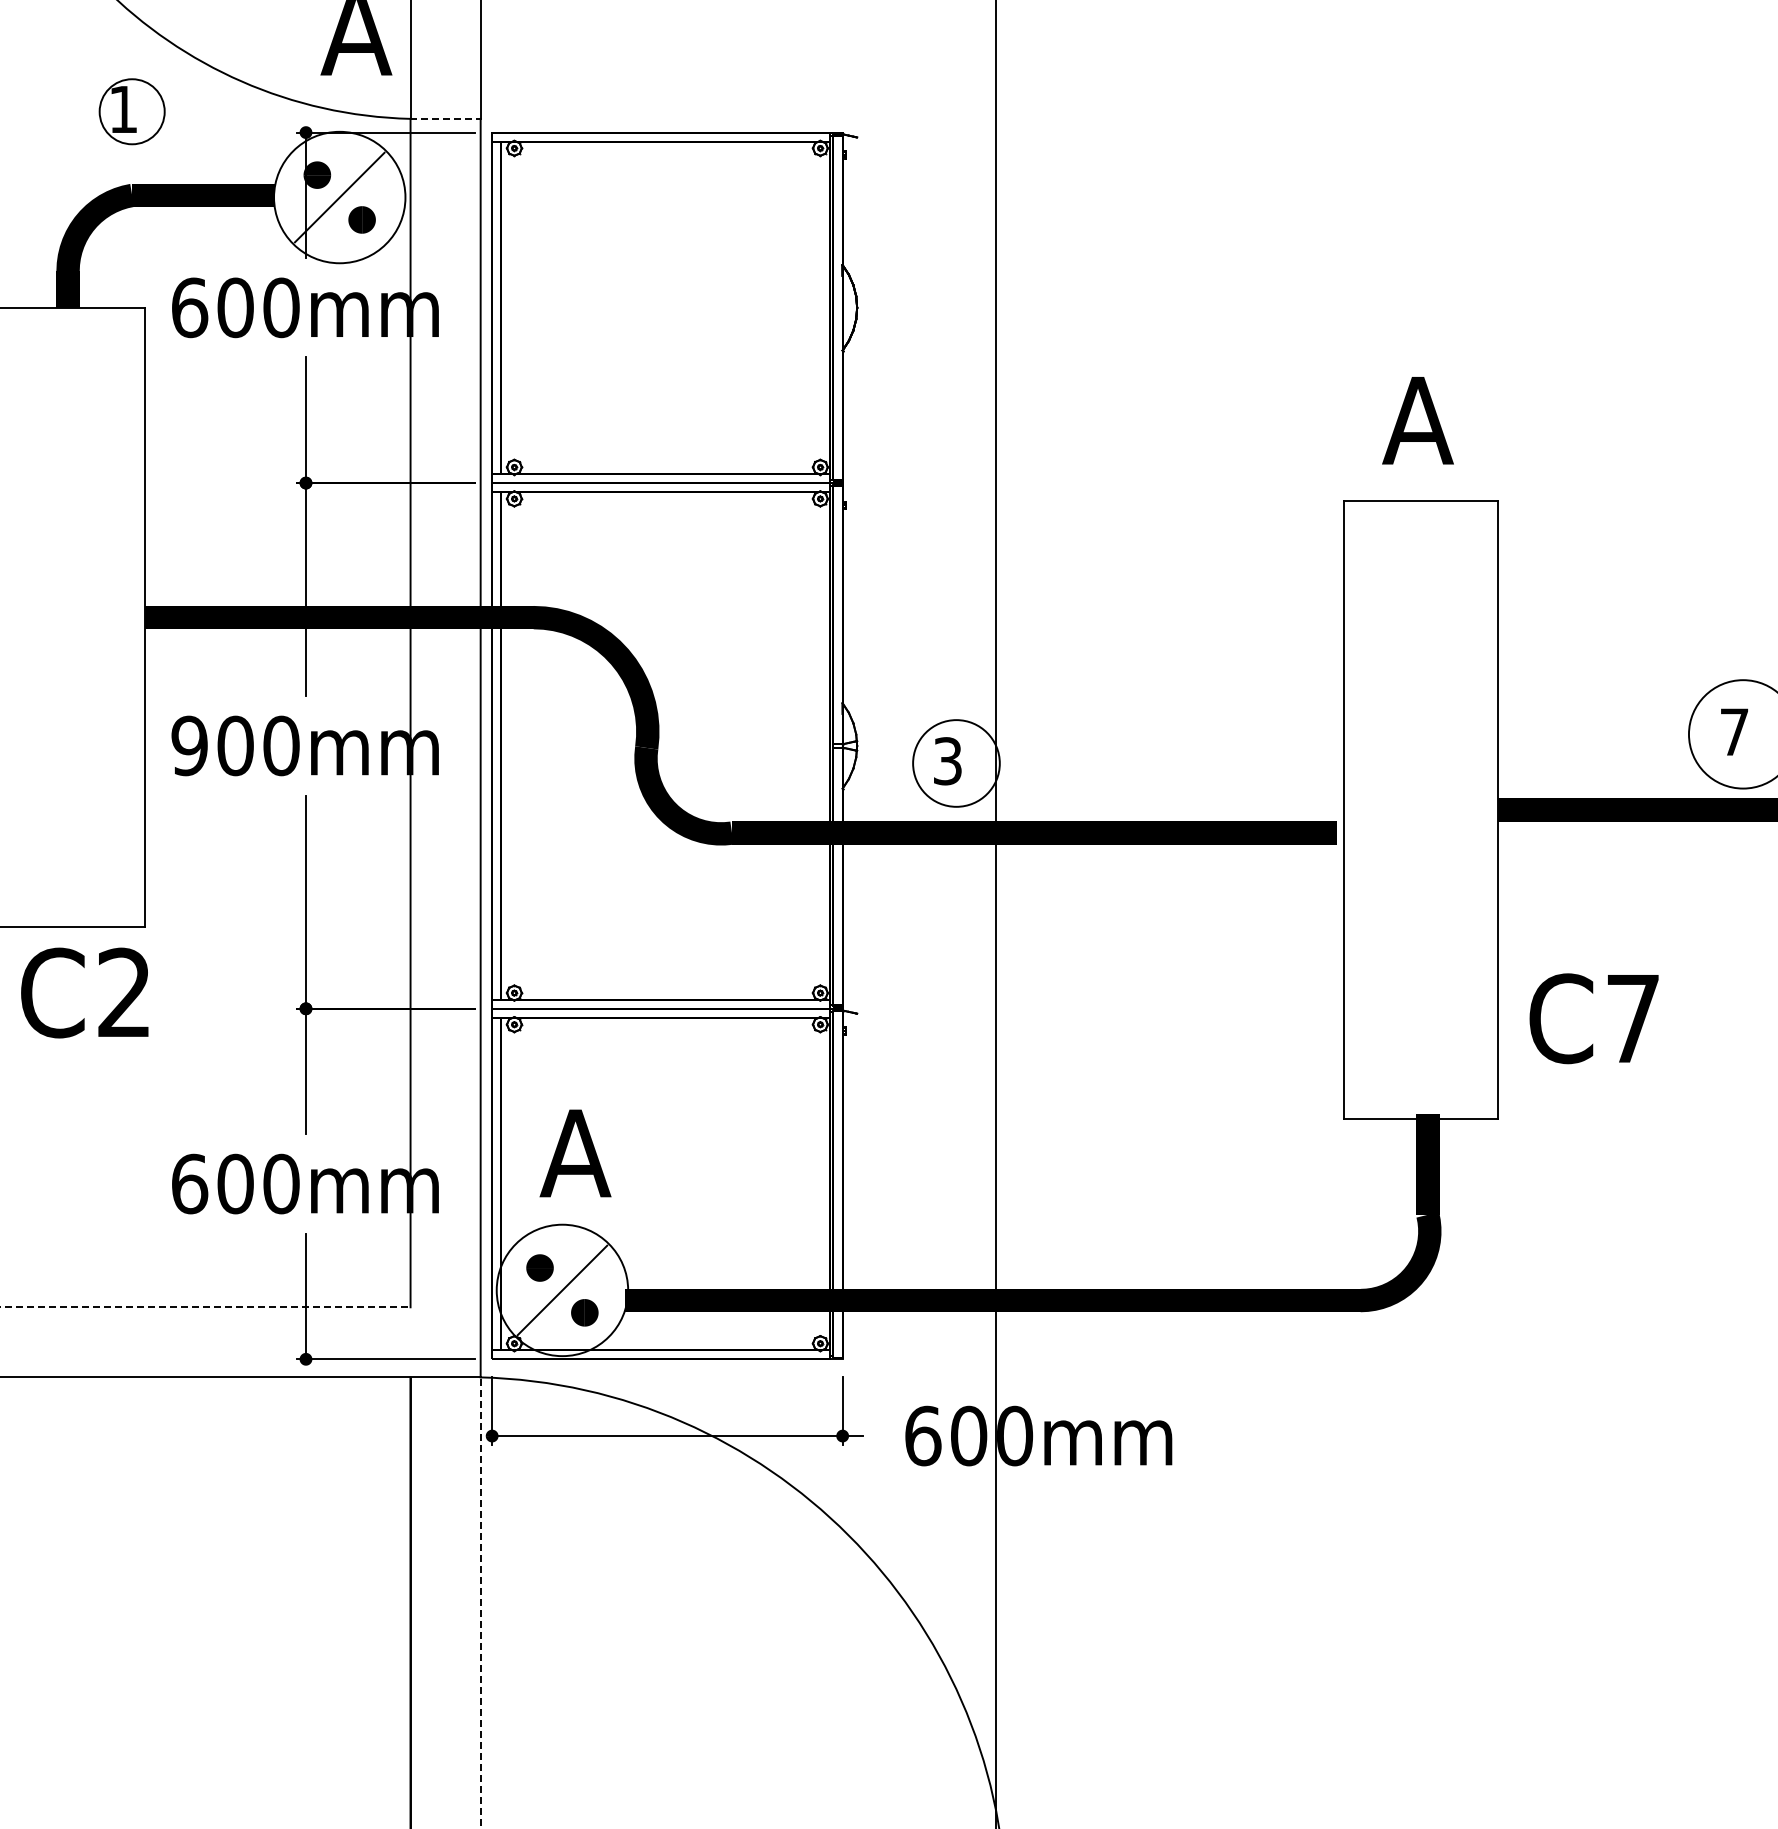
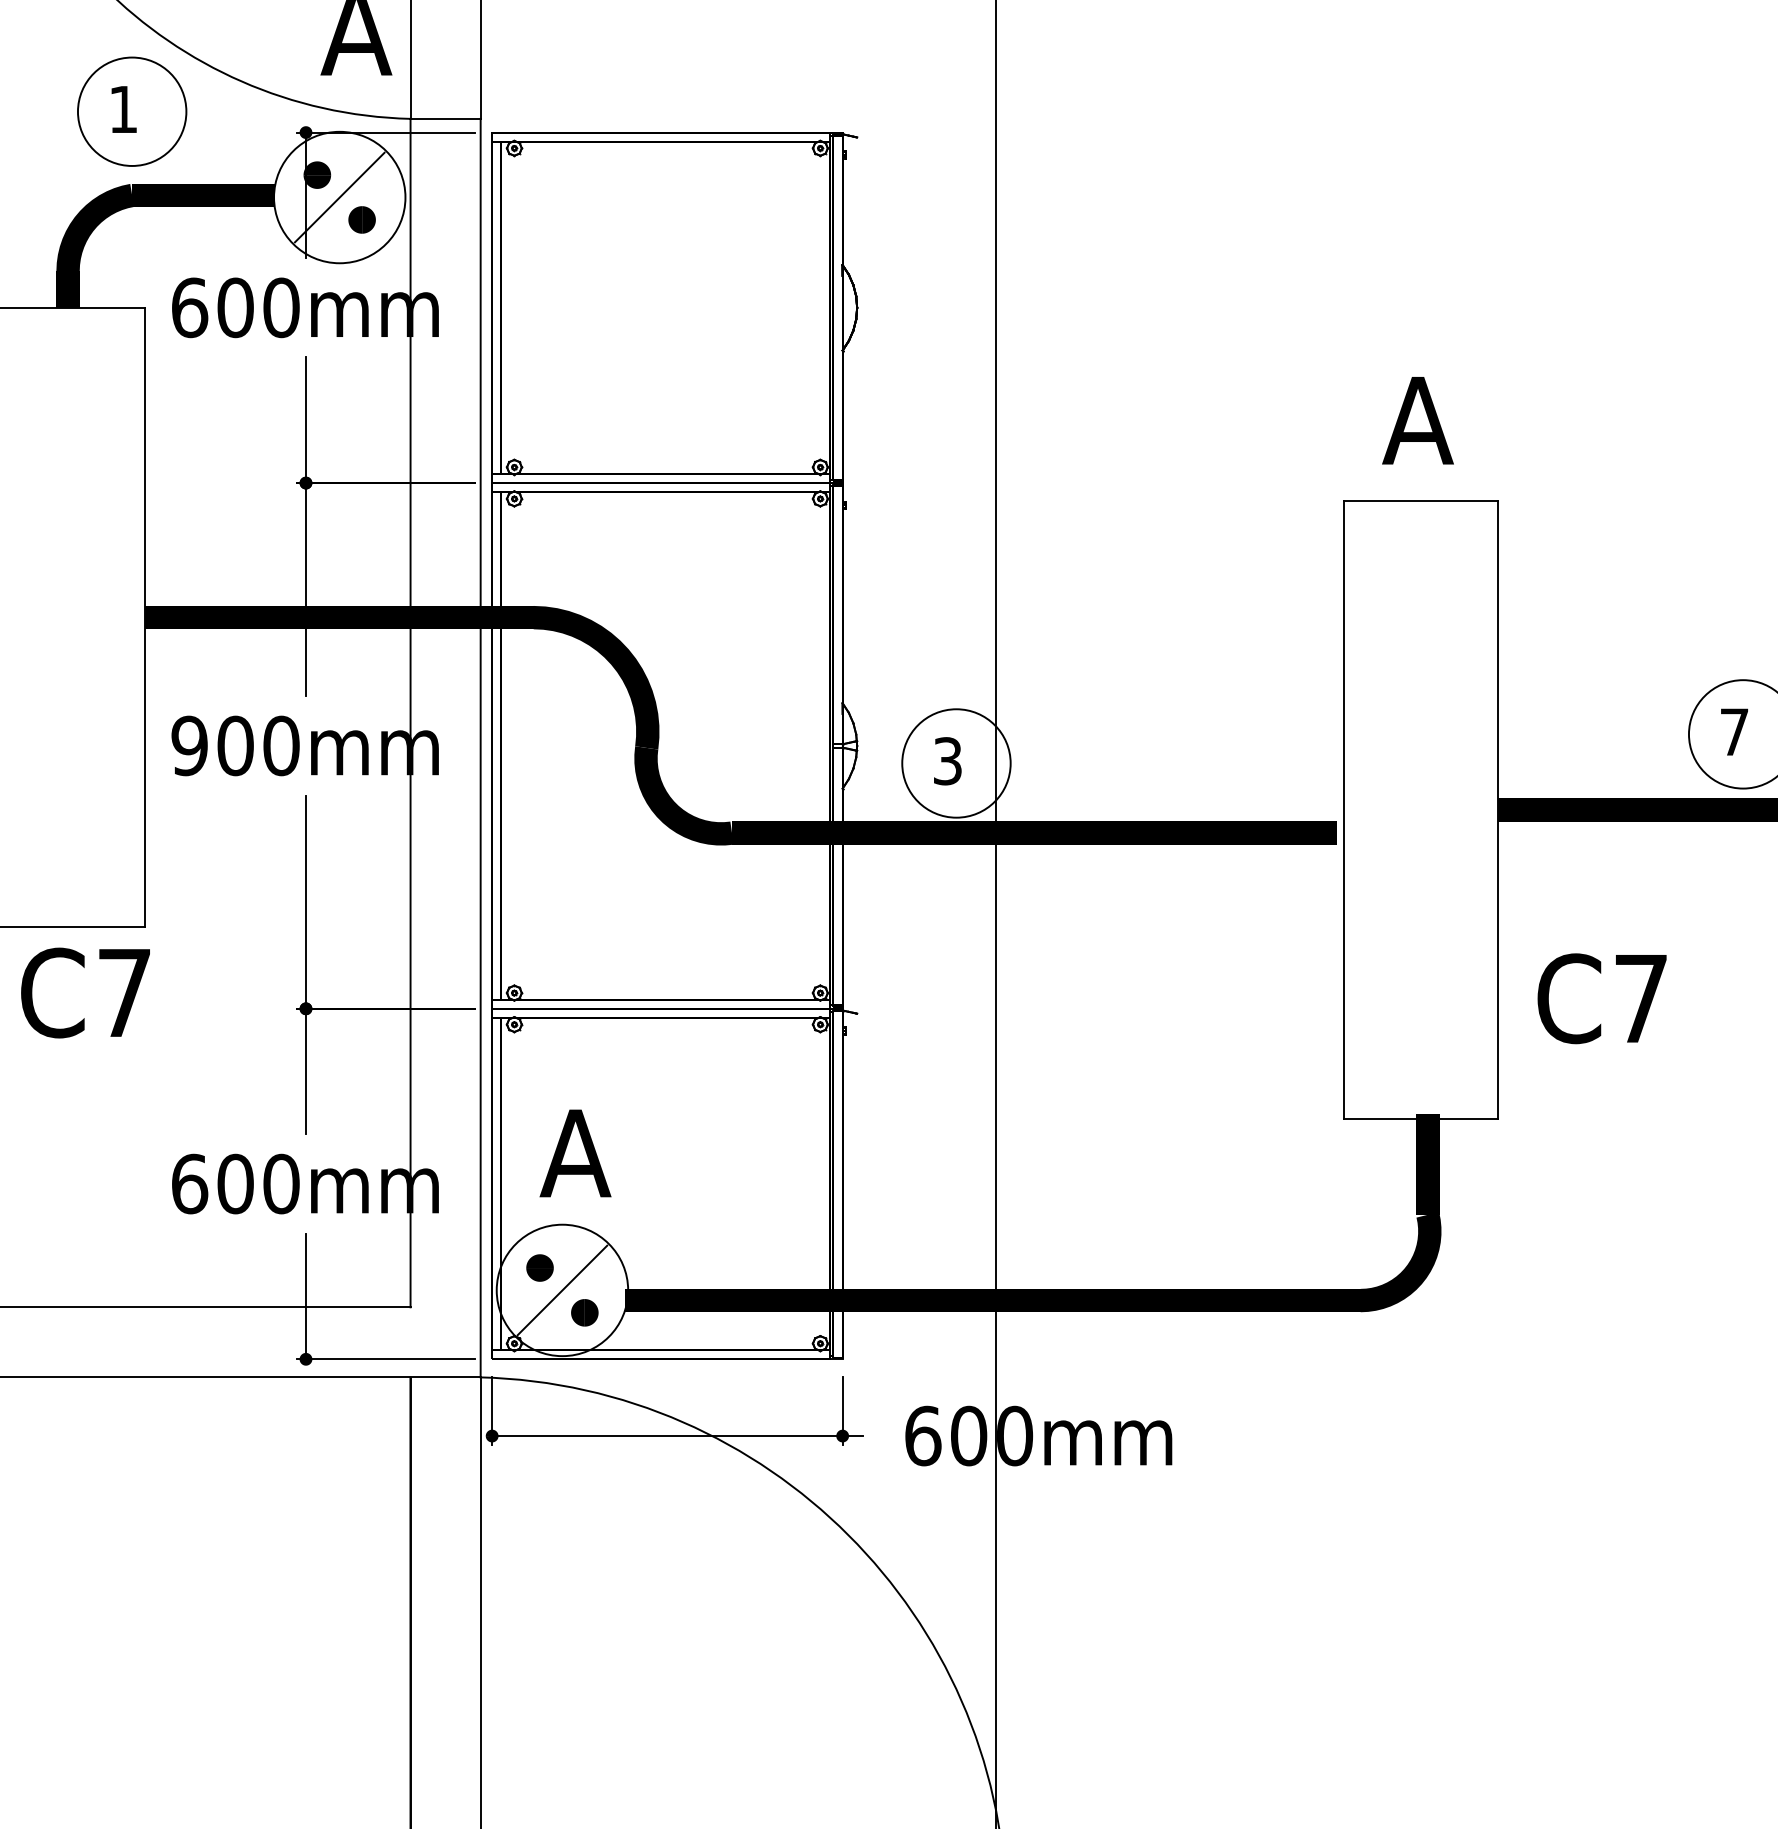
circle at (131, 111) diameter: 65 px -> 108 px
line at (446, 118): dashed -> solid
circle at (956, 763) diameter: 87 px -> 108 px
text at (123, 991): C2 -> C7
text at (1593, 1018) position: (1593, 1018) -> (1601, 998)
line at (205, 1307): dashed -> solid
line at (480, 1602): dashed -> solid
